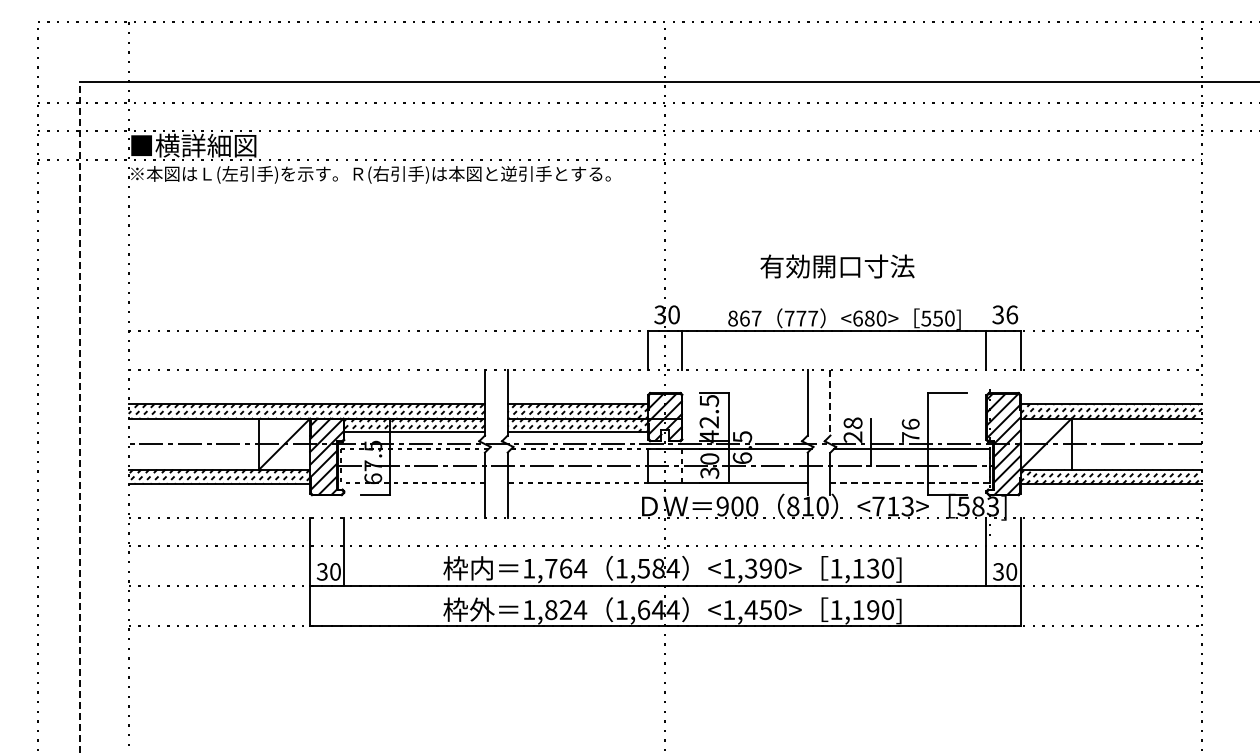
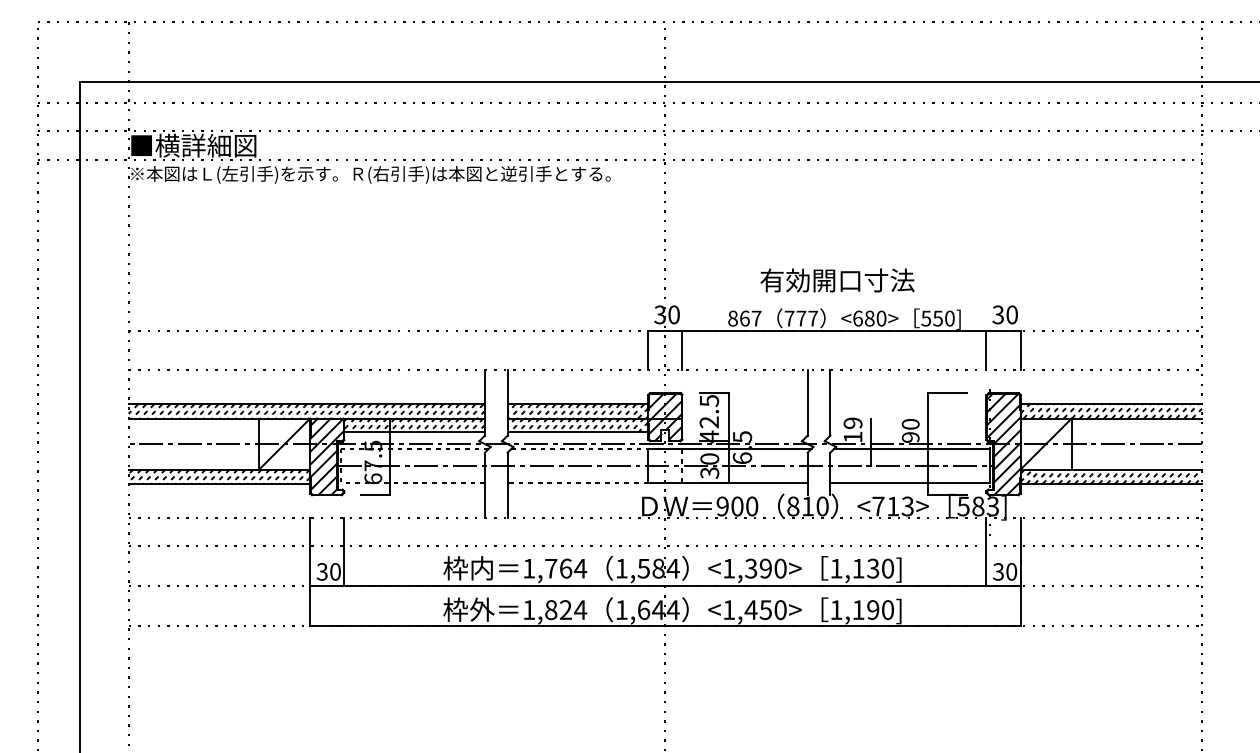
text at (837, 266) position: (837, 266) -> (837, 280)
text at (1012, 314): 36 -> 30
line at (830, 402): dashed -> solid
line at (80, 417): dashed -> solid
text at (852, 429): 28 -> 19
text at (910, 430): 76 -> 90
line at (910, 482): dashed -> solid
